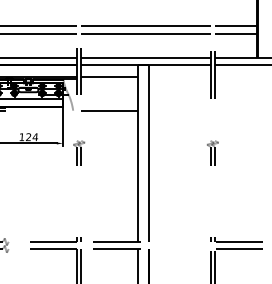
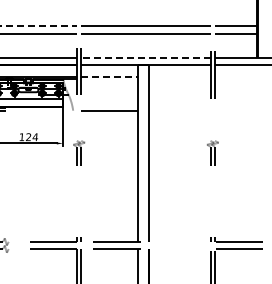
line at (38, 25): solid -> dashed
line at (145, 57): solid -> dashed
line at (110, 76): solid -> dashed
